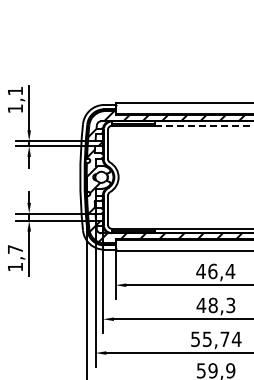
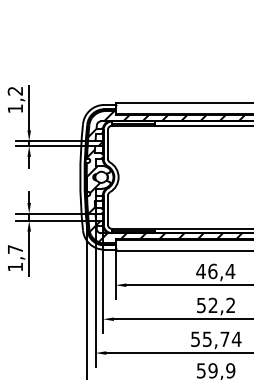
text at (14, 91): 1,1 -> 1,2
line at (204, 125): dashed -> solid
text at (215, 305): 48,3 -> 52,2
